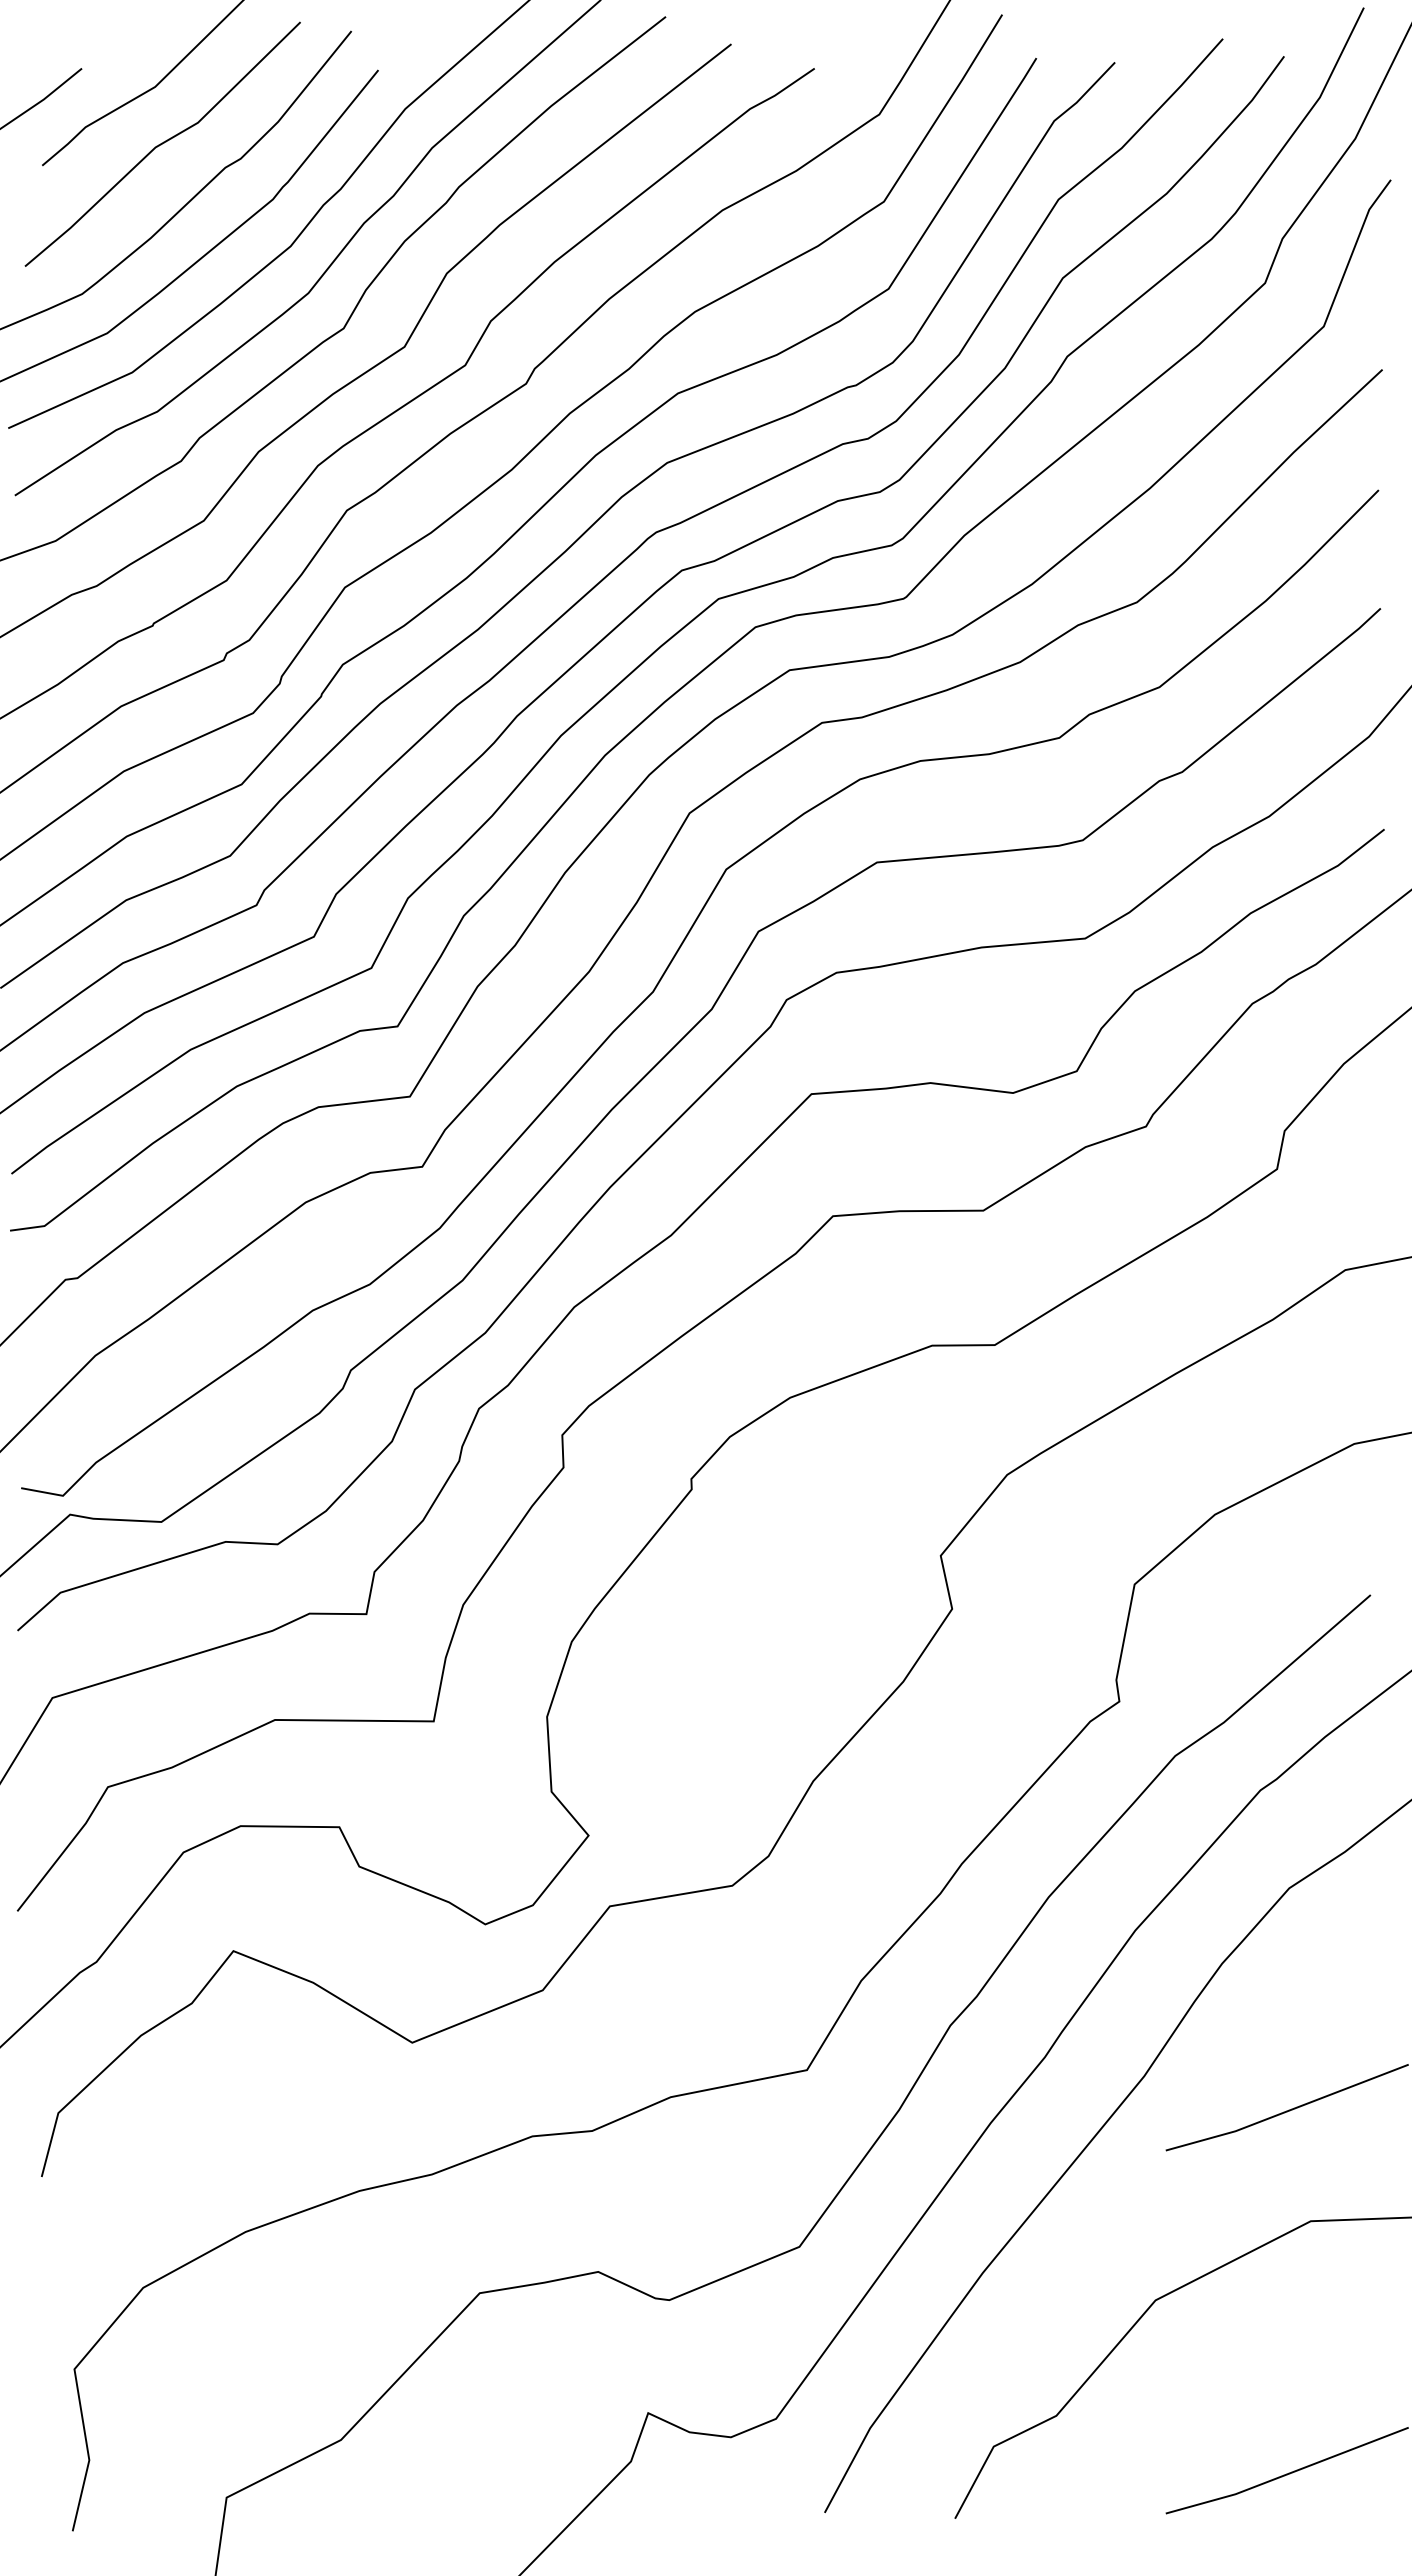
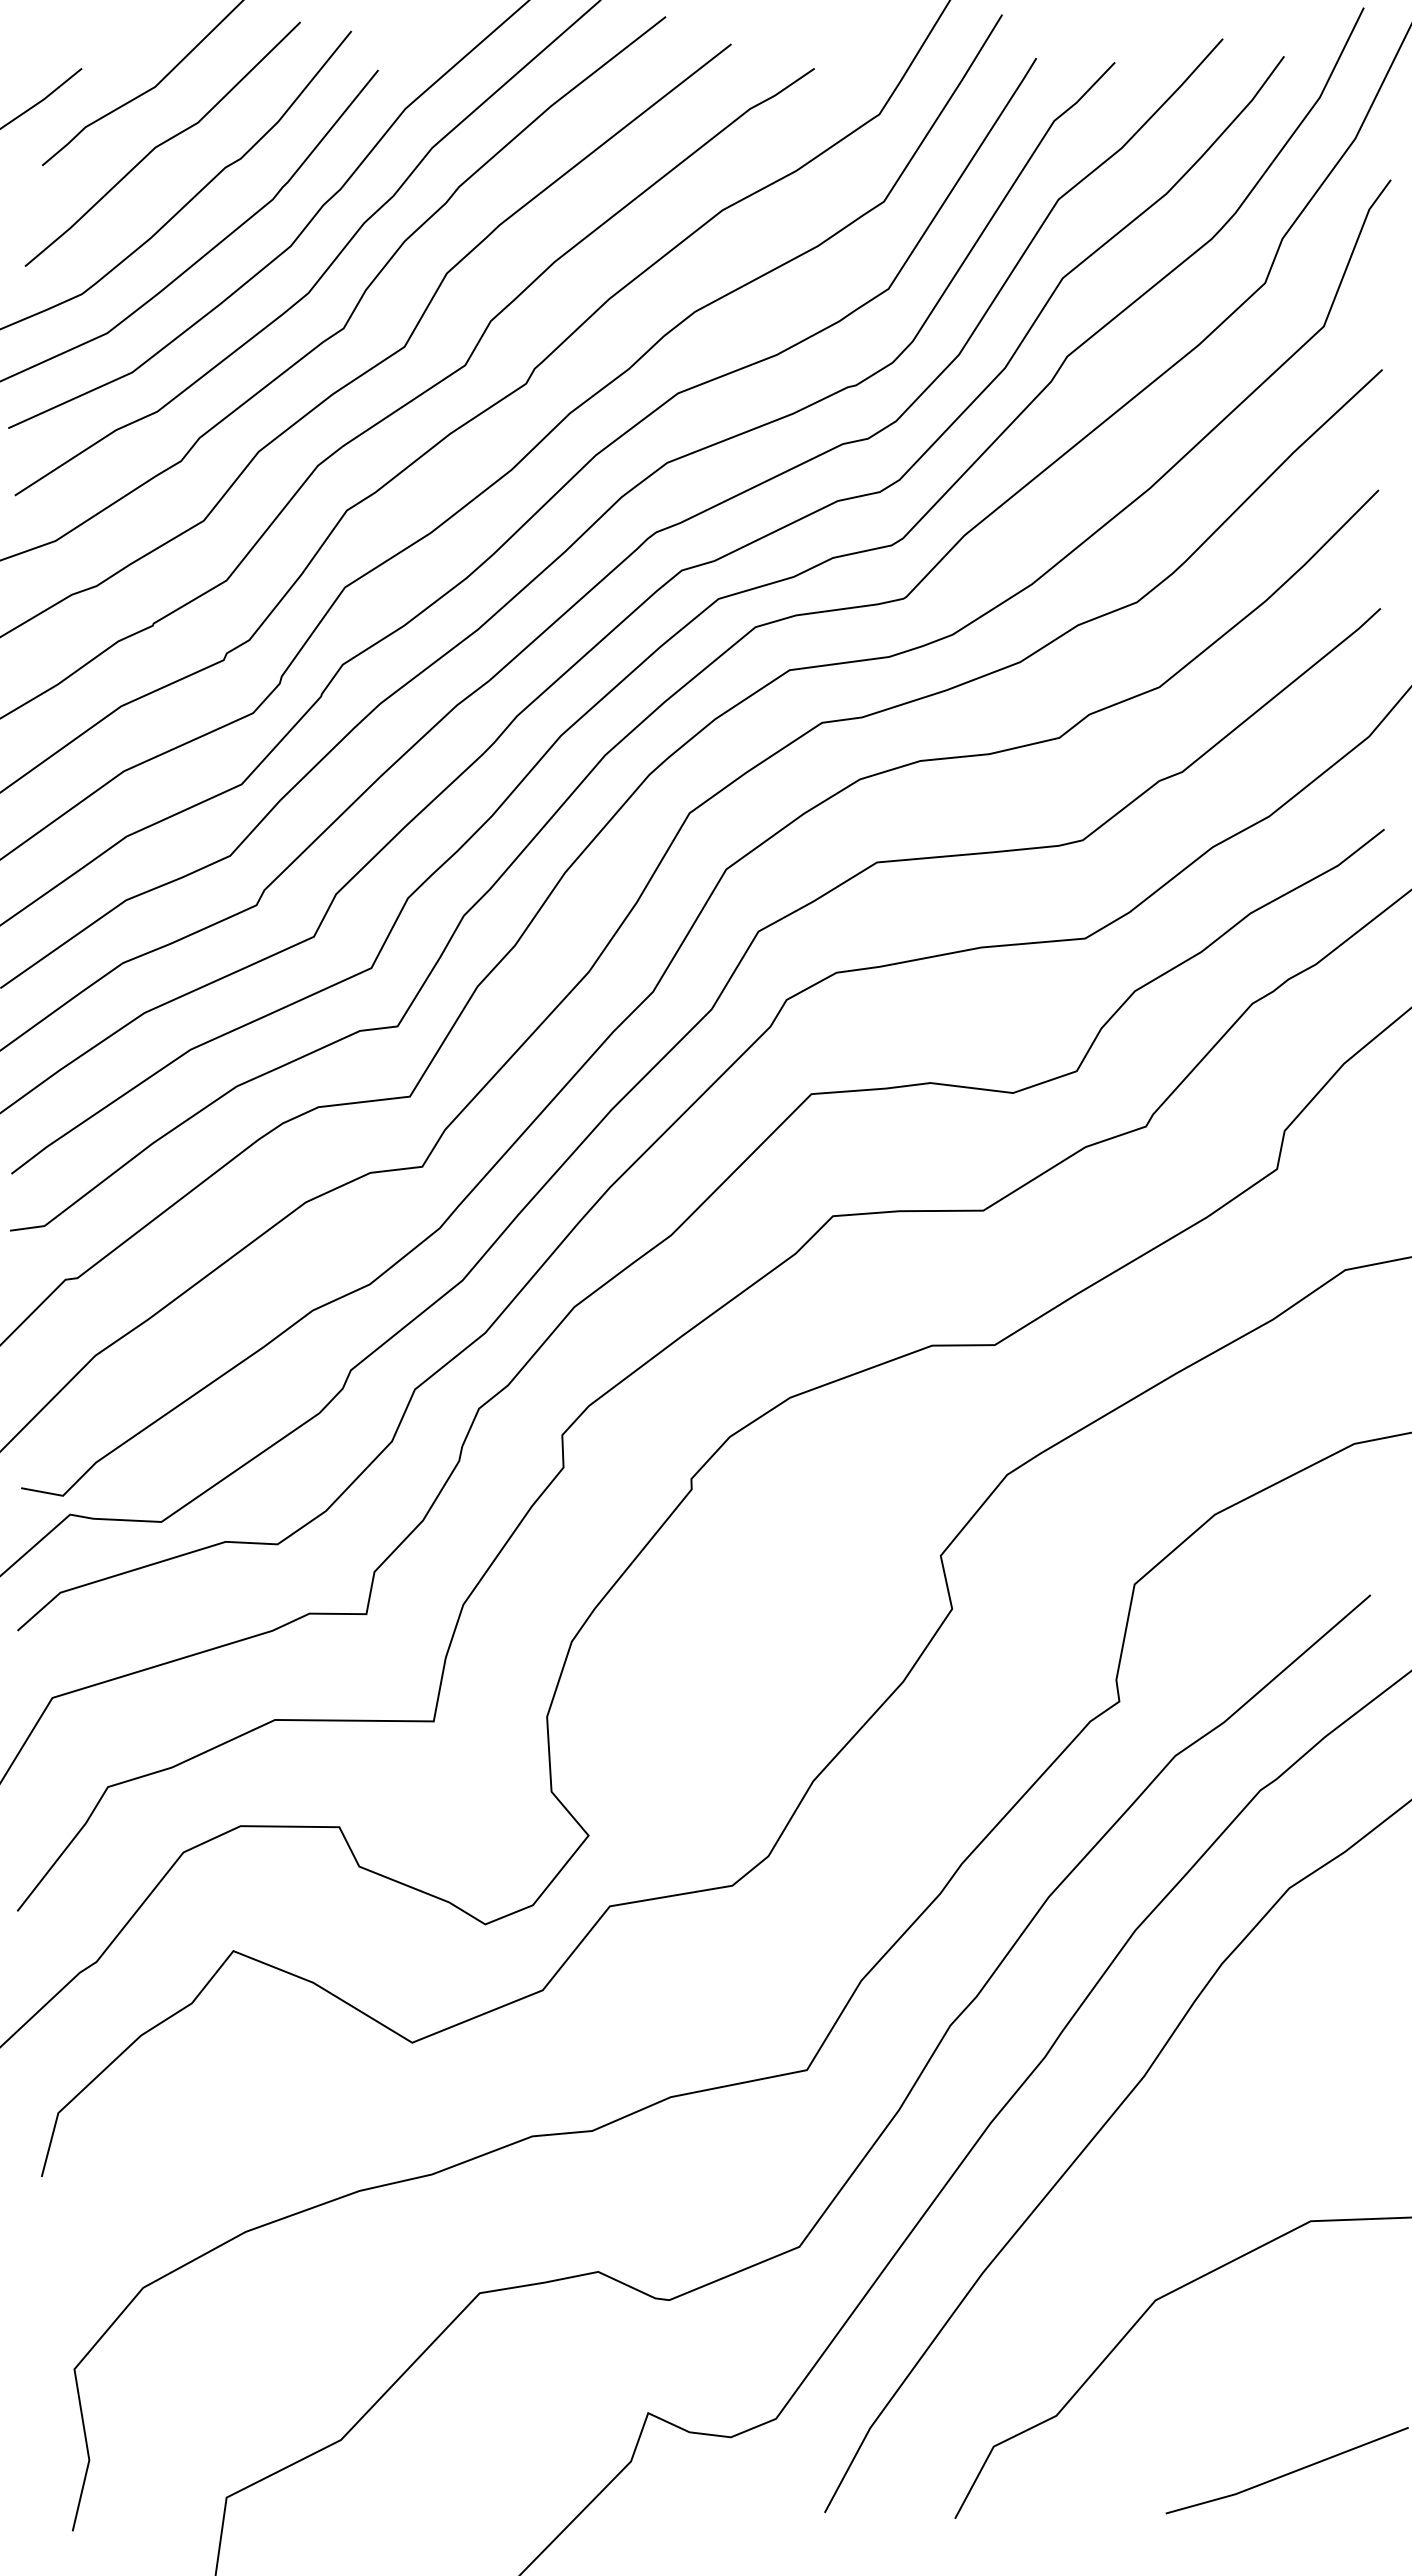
line at (1288, 2109): present -> none
